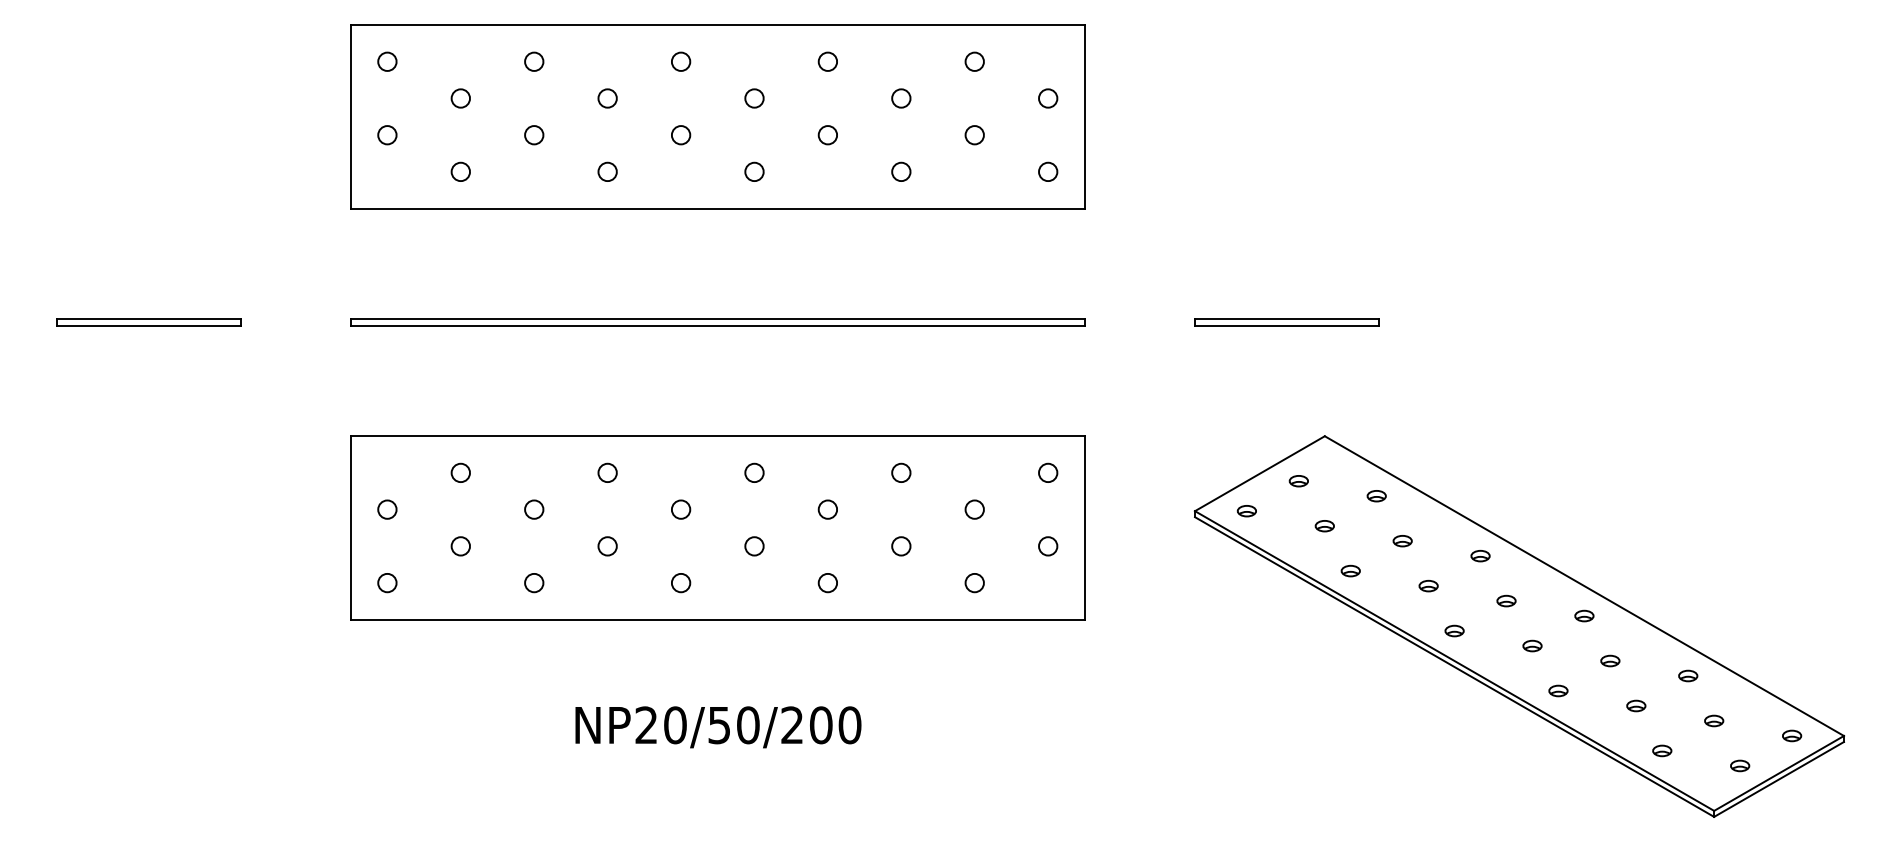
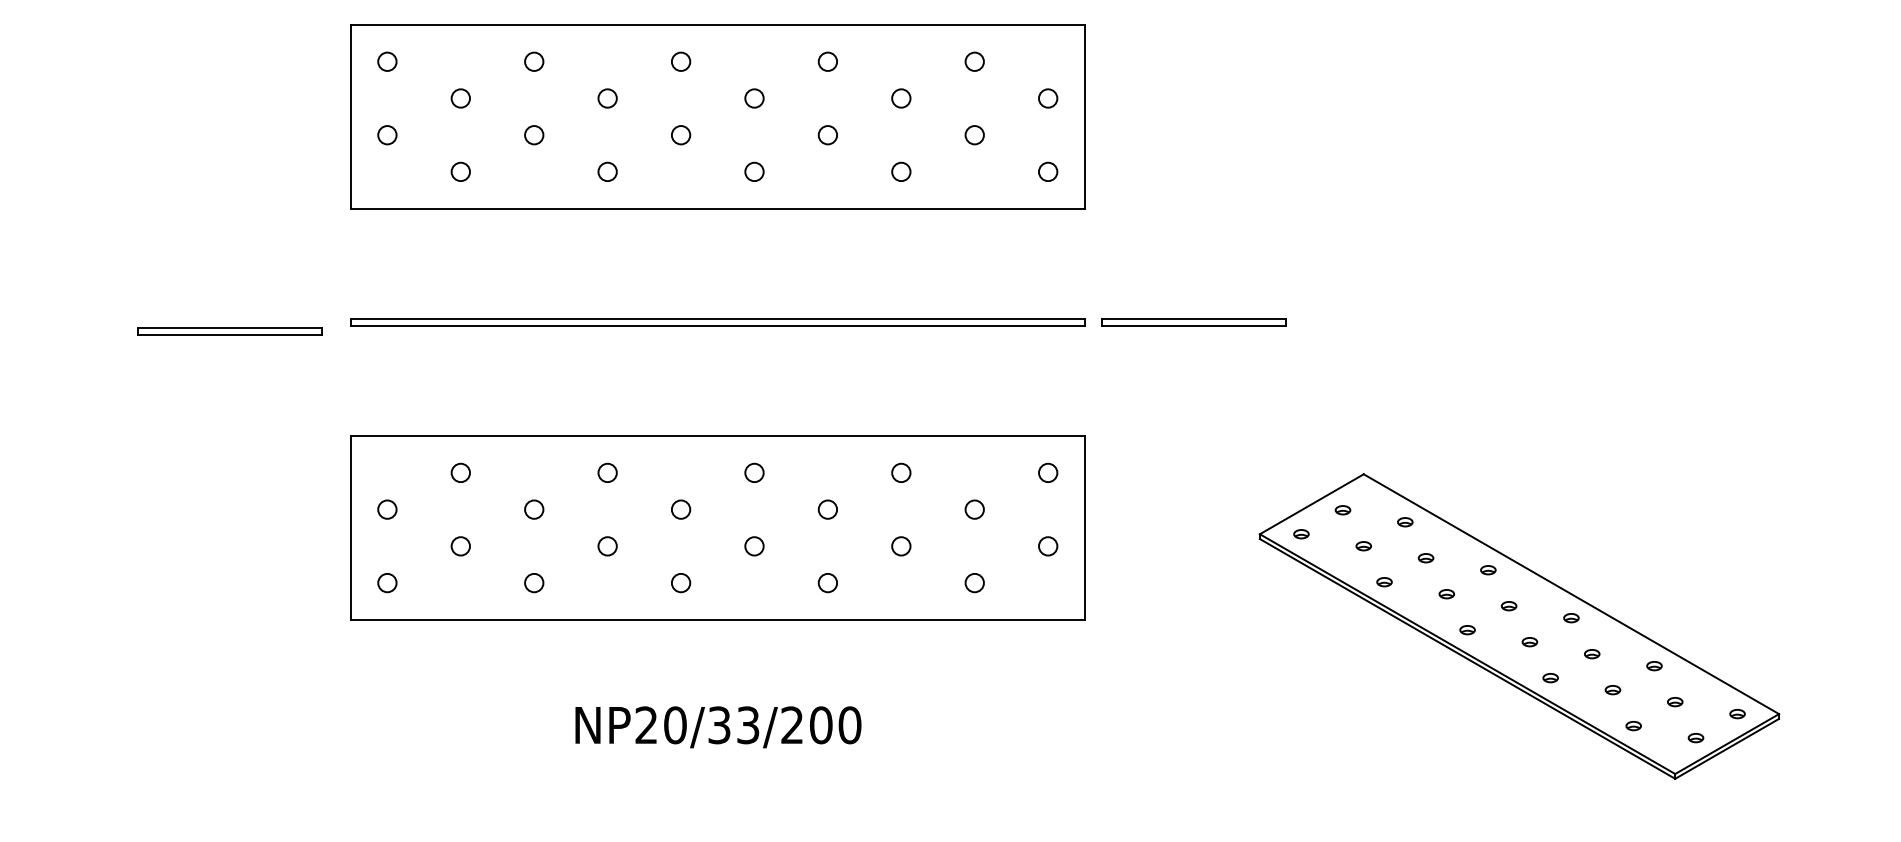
part at (148, 322) position: (148, 322) -> (229, 331)
part at (1286, 322) position: (1286, 322) -> (1193, 322)
part at (1519, 626) size: 651x383 px -> 523x307 px
text at (734, 725): NP20/50/200 -> NP20/33/200
